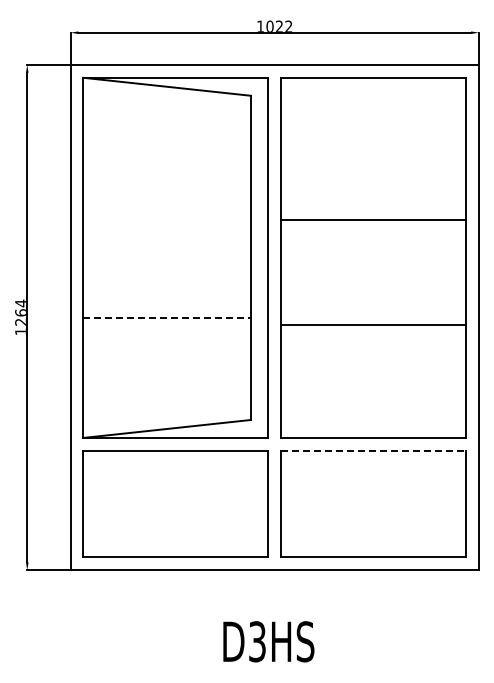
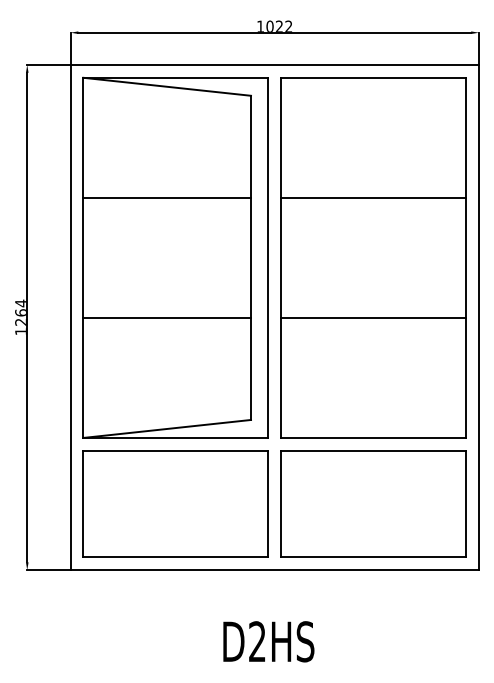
line at (167, 198): none -> present
line at (373, 220) position: (373, 220) -> (373, 198)
line at (167, 318): dashed -> solid
line at (373, 325) position: (373, 325) -> (373, 318)
line at (373, 450): dashed -> solid
text at (257, 641): D3HS -> D2HS
